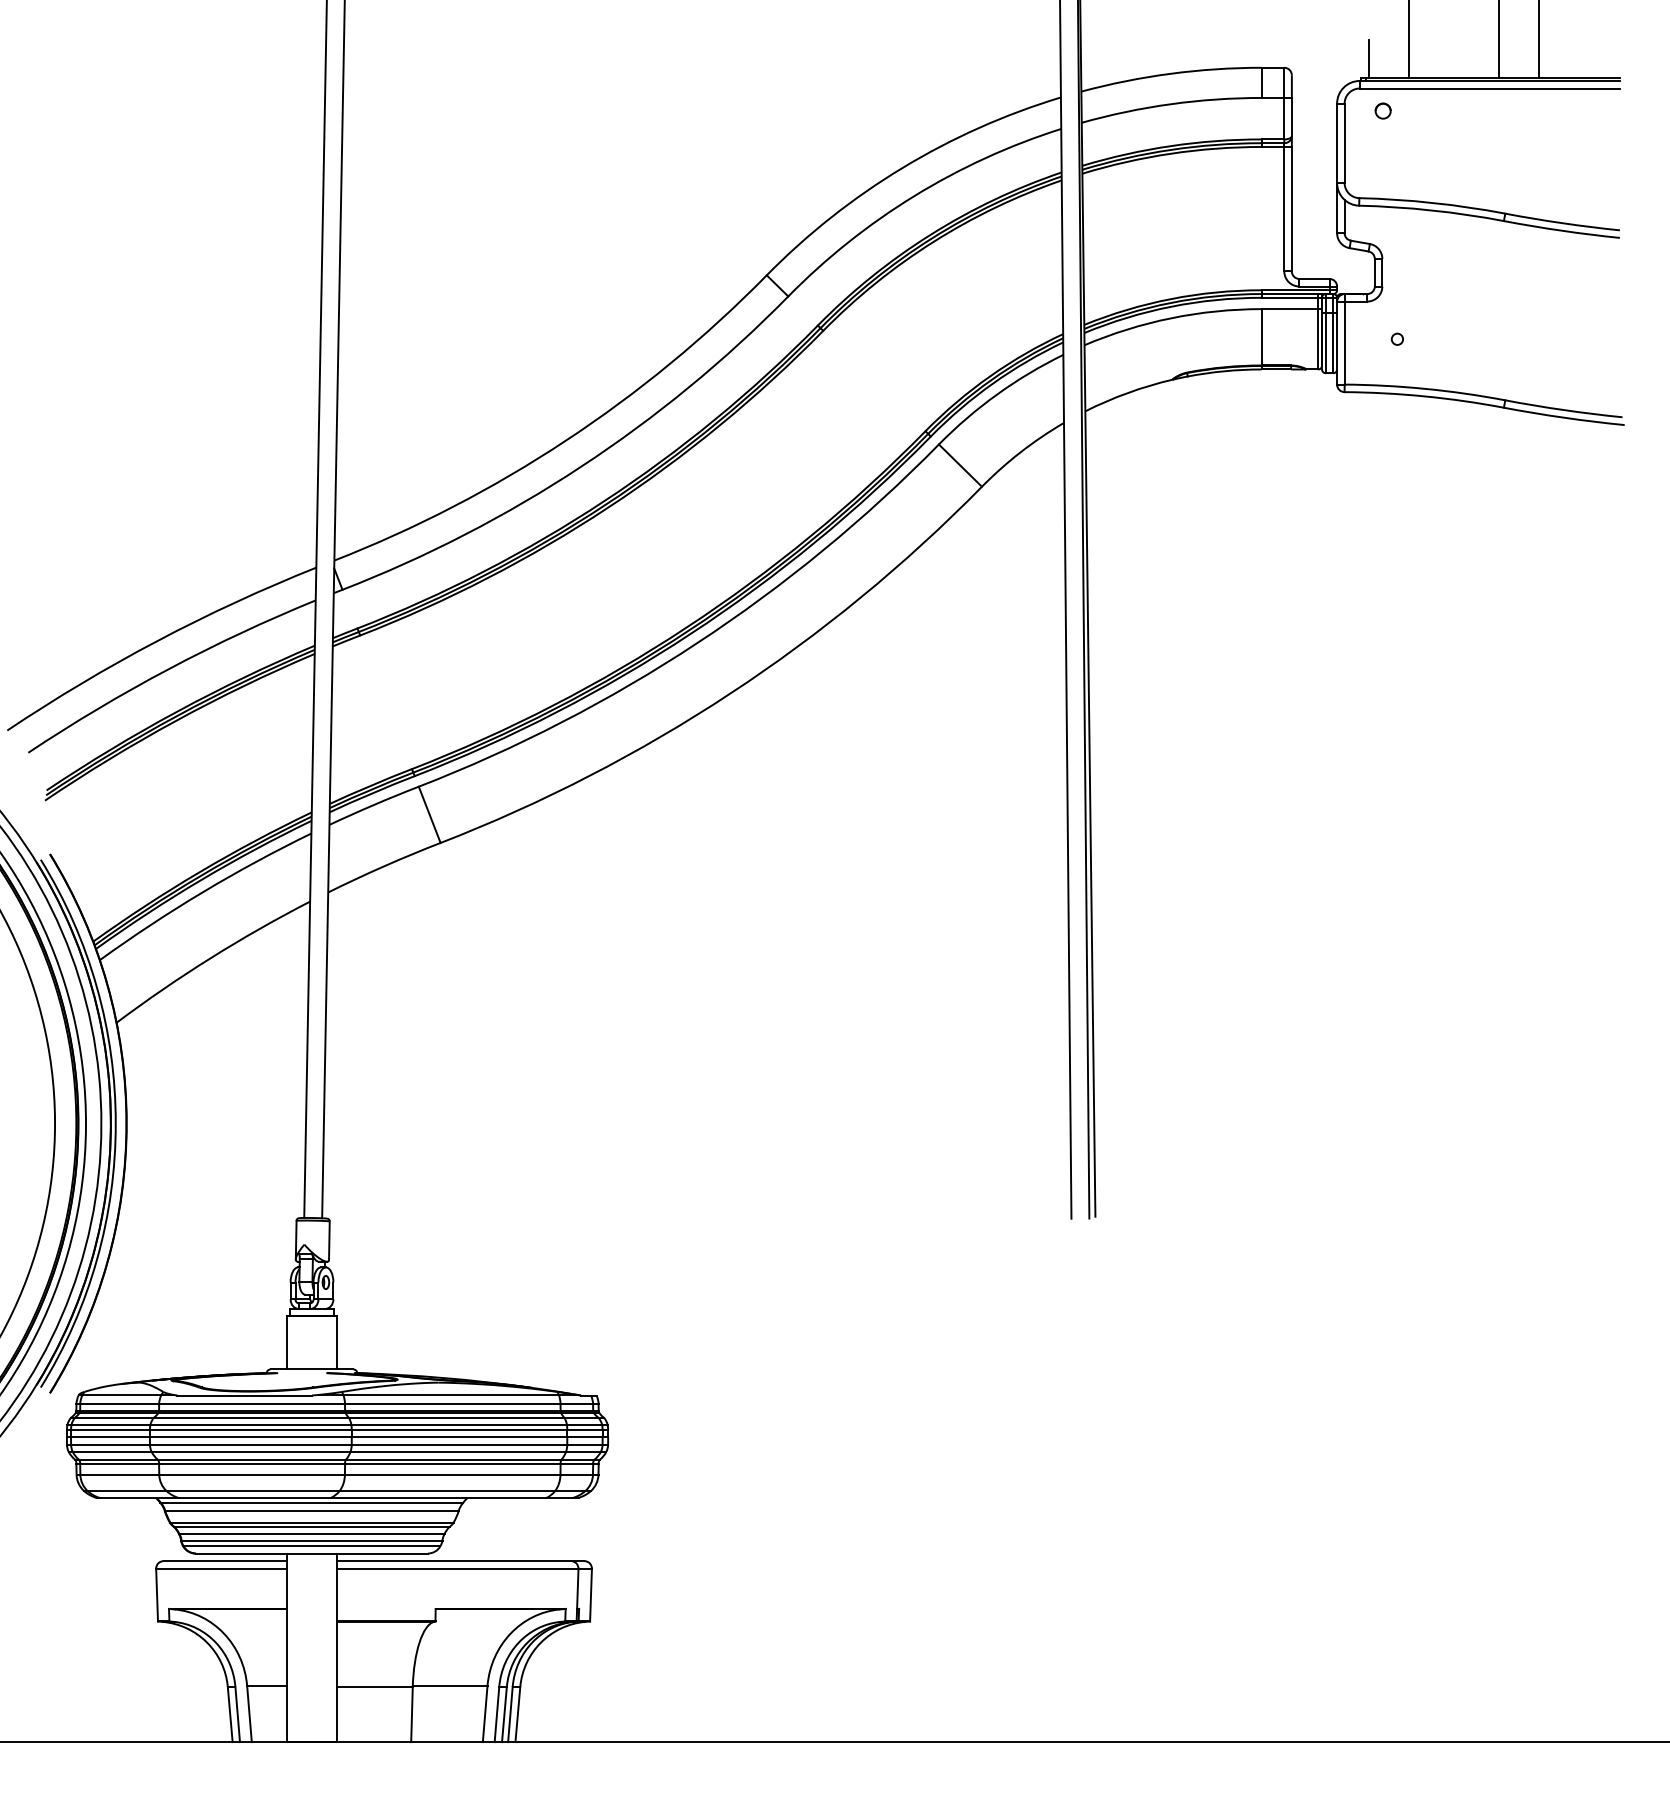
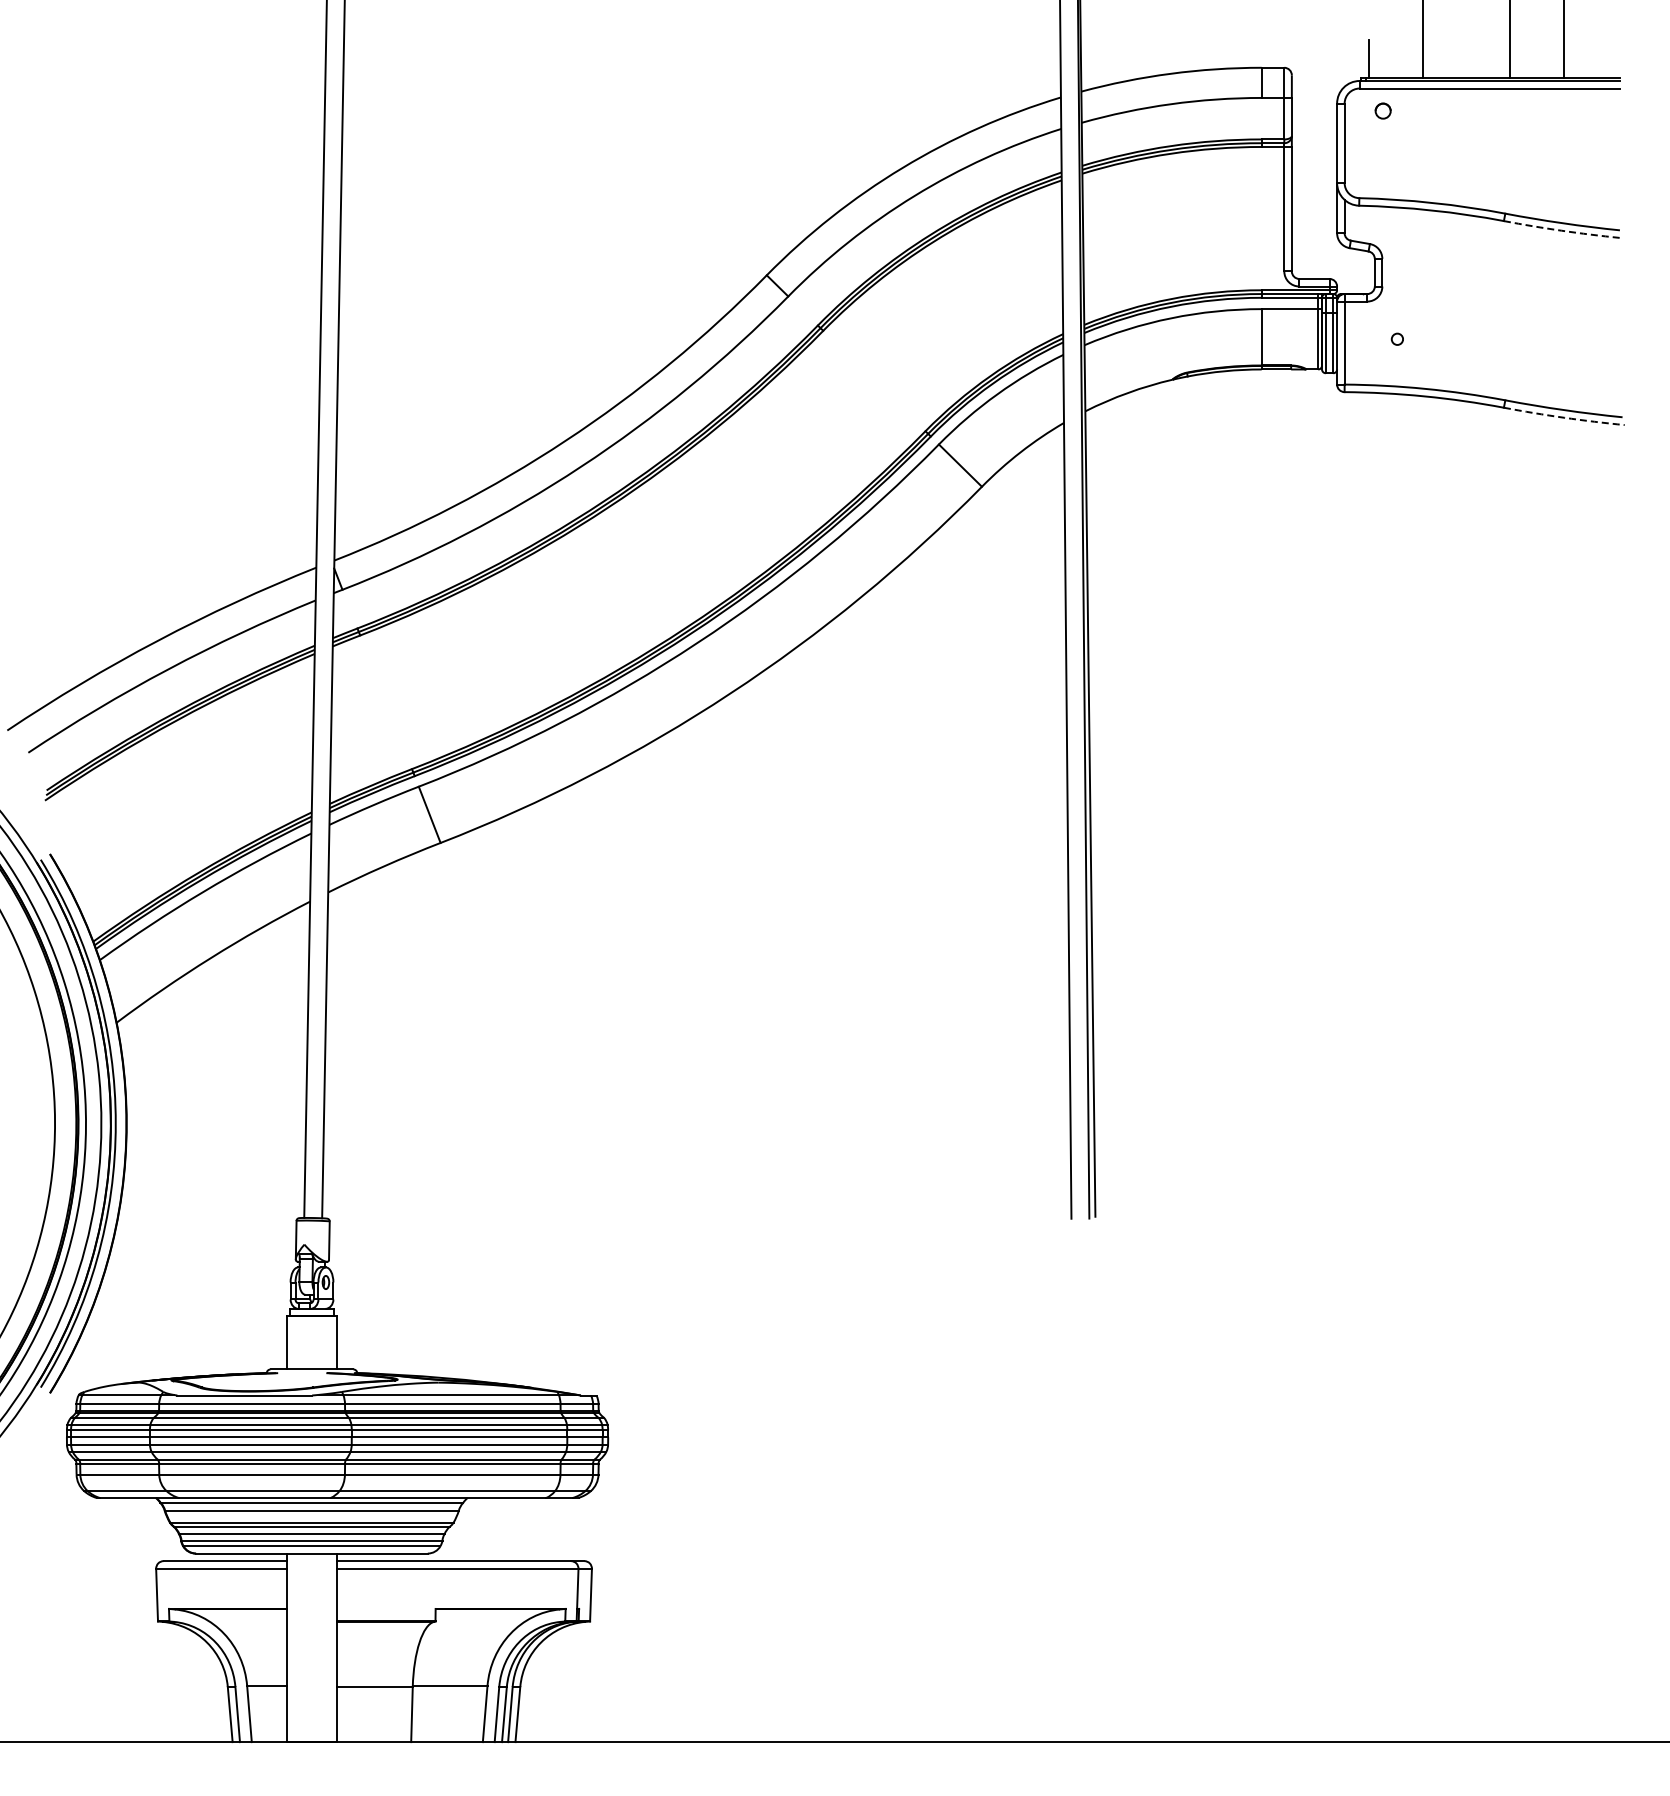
line at (1408, 39) position: (1408, 39) -> (1422, 39)
line at (1499, 39) position: (1499, 39) -> (1510, 39)
line at (1538, 39) position: (1538, 39) -> (1563, 39)
arc at (1561, 230): solid -> dashed
arc at (1564, 417): solid -> dashed
